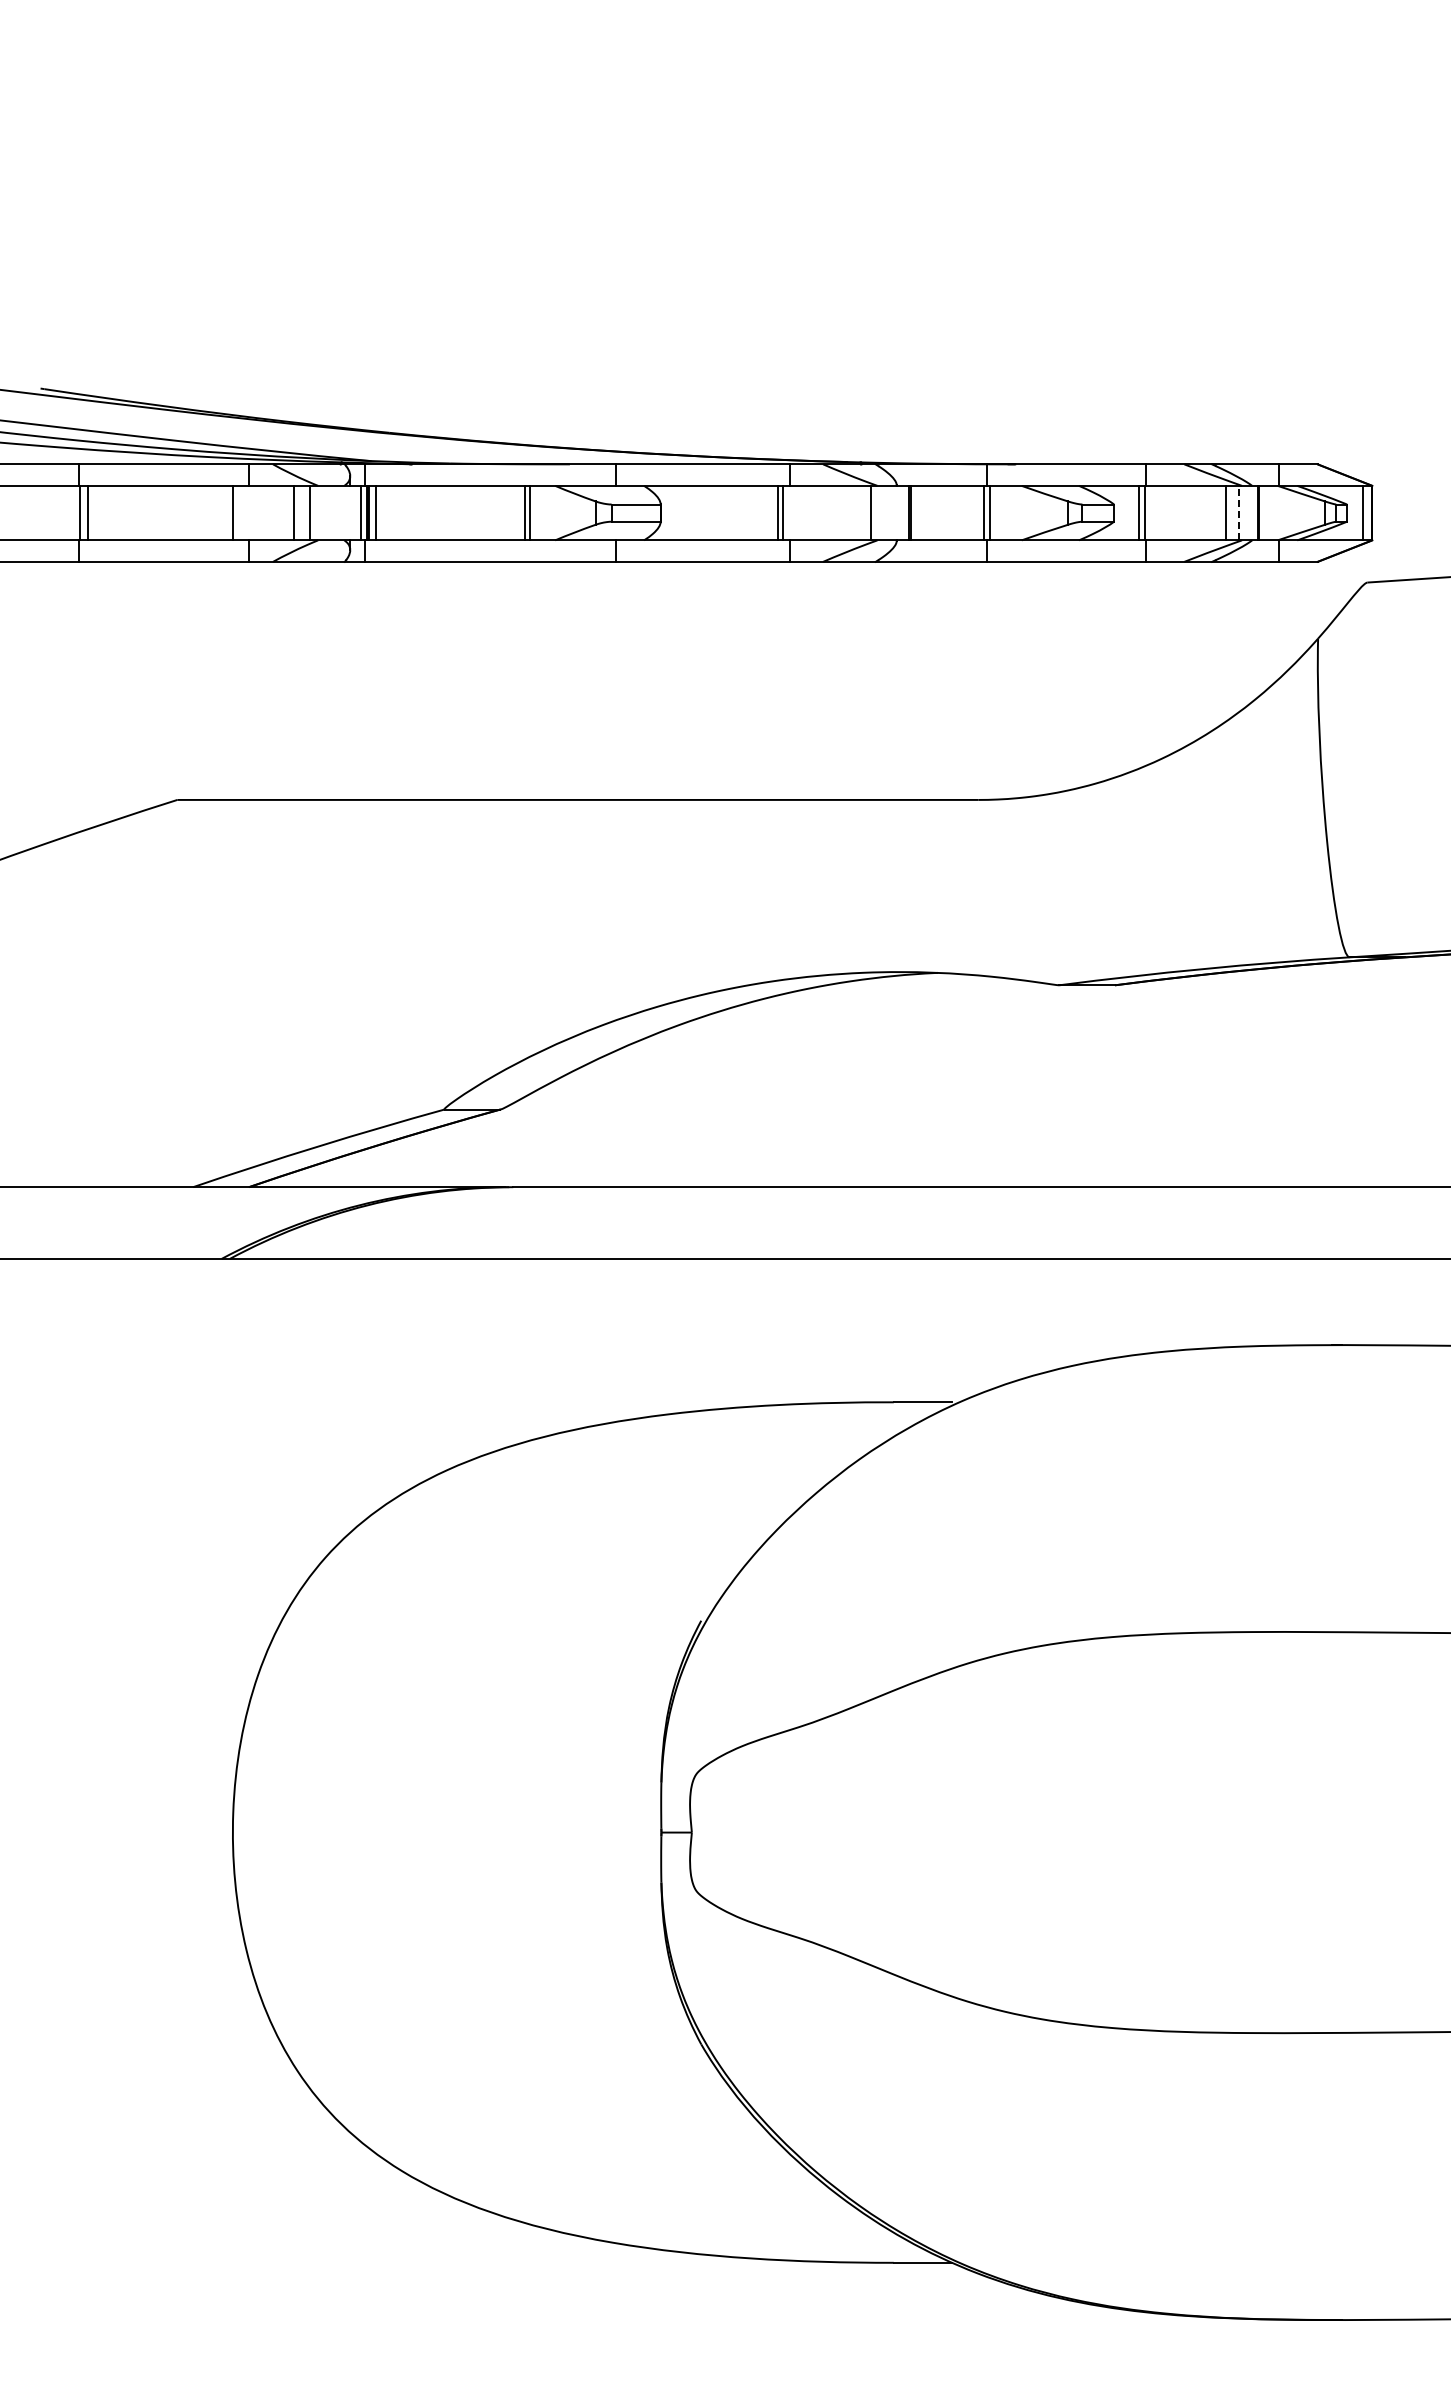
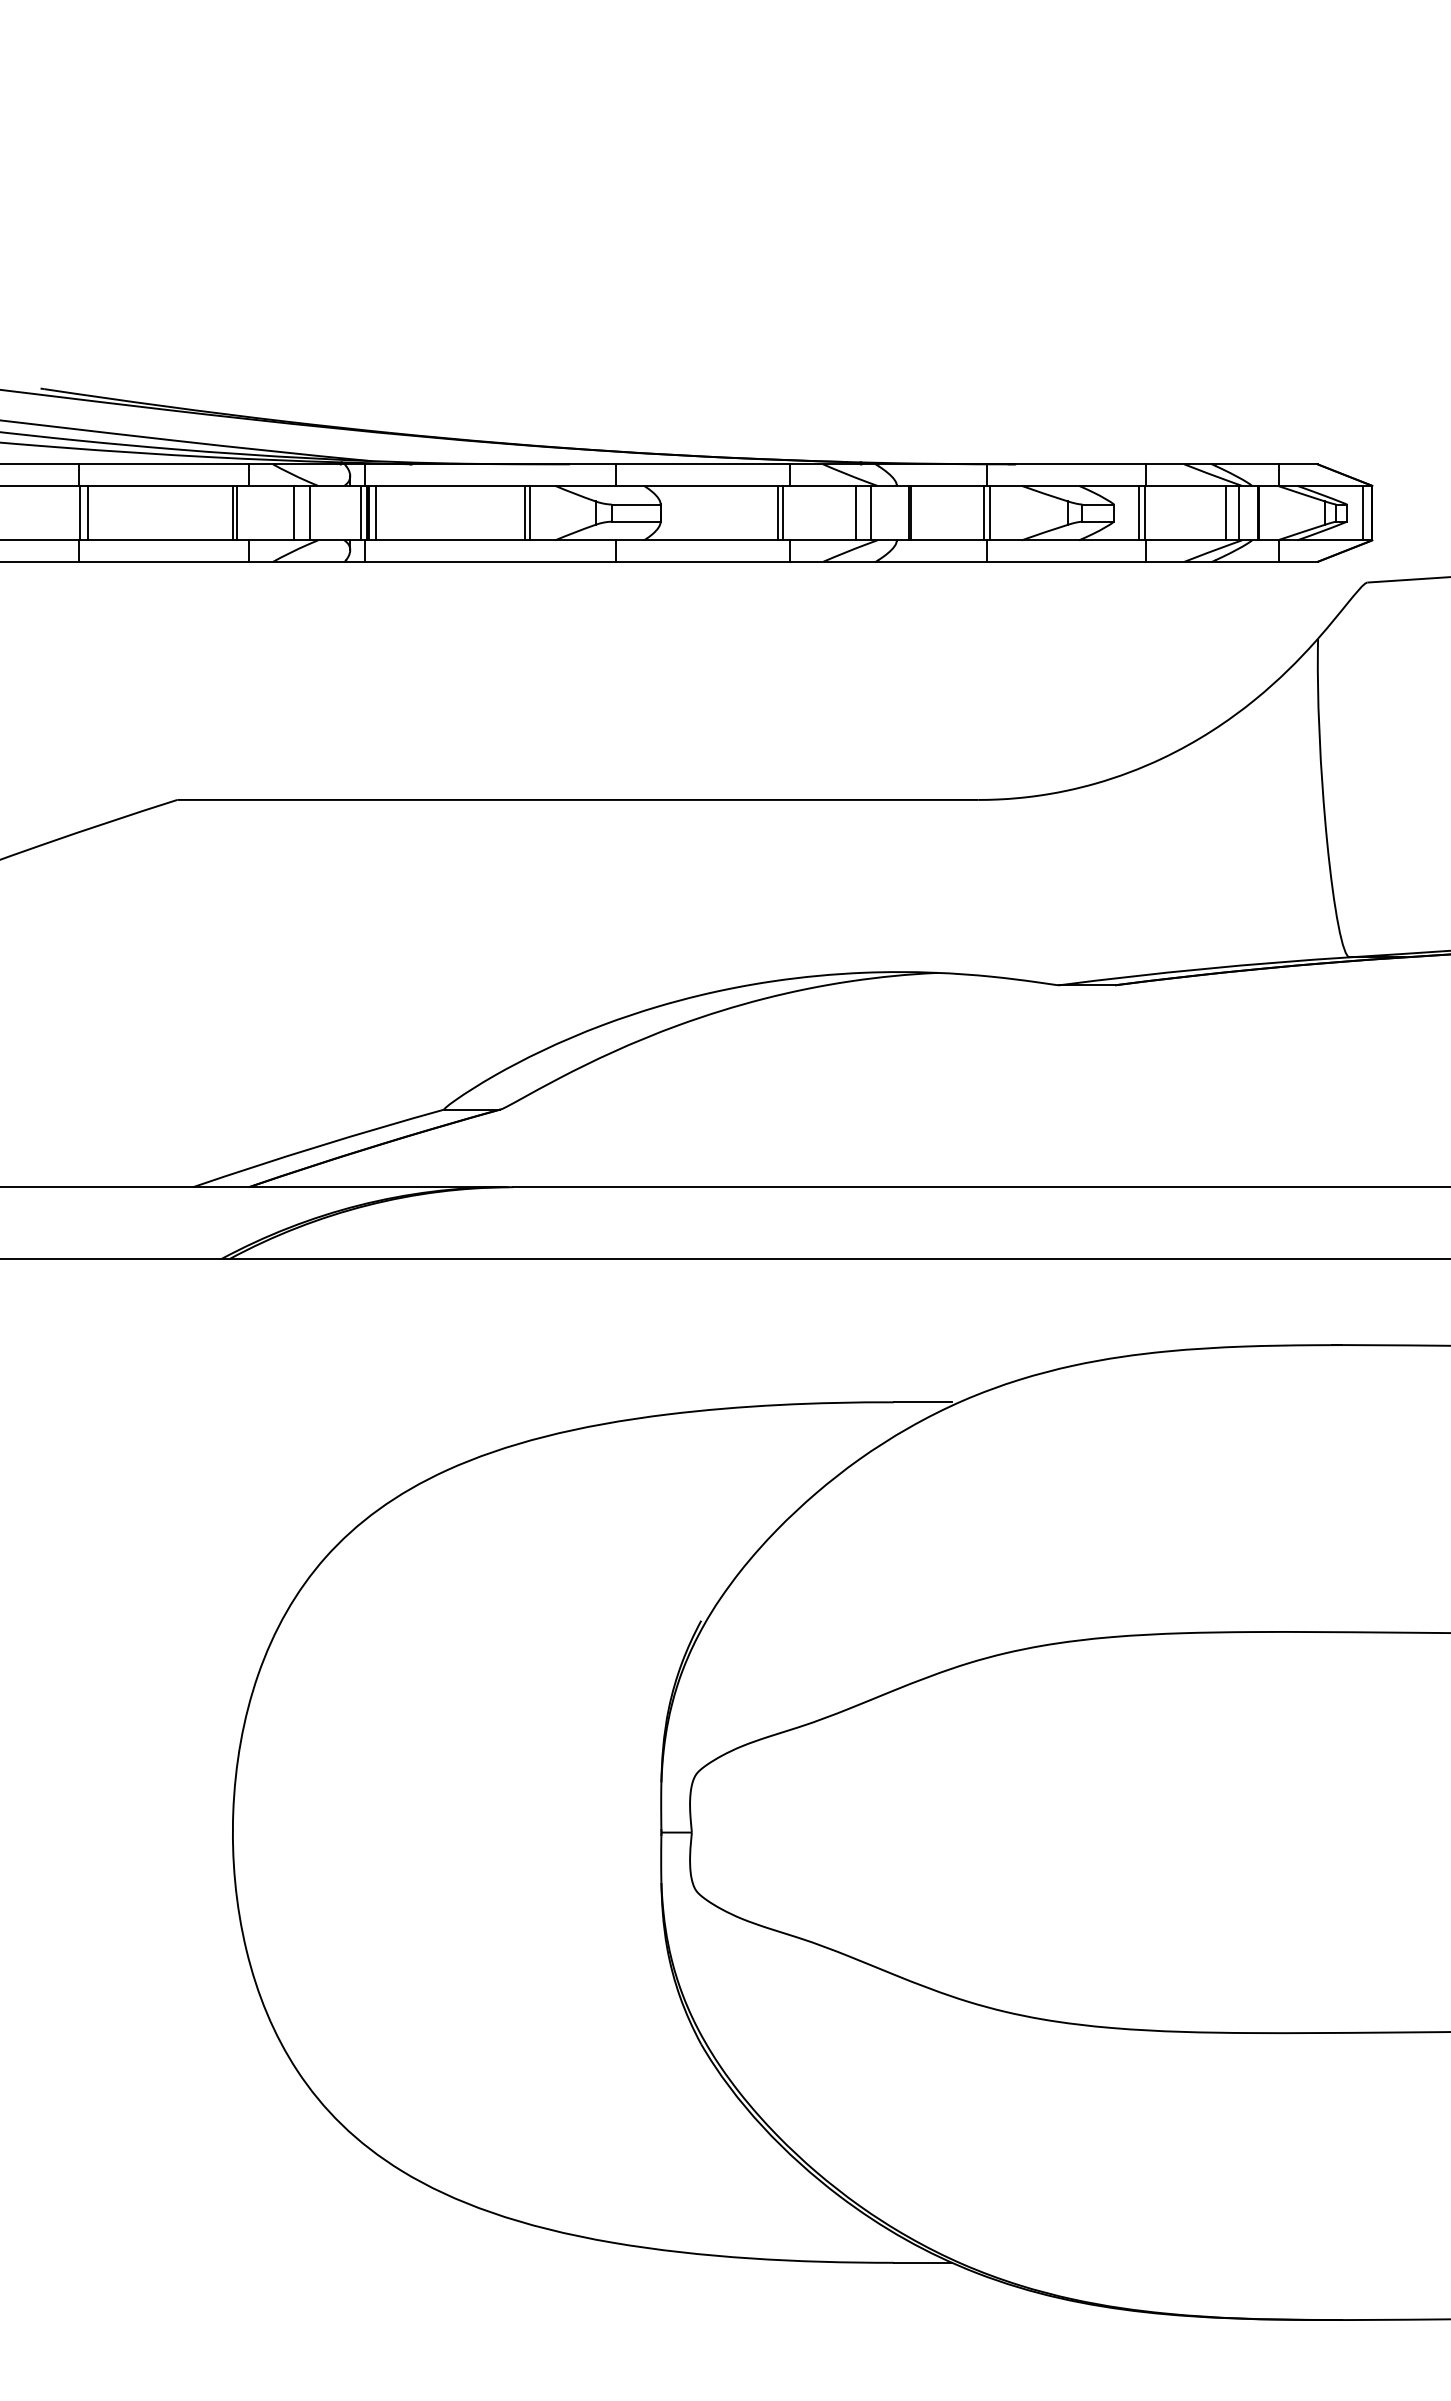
line at (236, 512): none -> present
line at (856, 512): none -> present
line at (1238, 512): dashed -> solid
